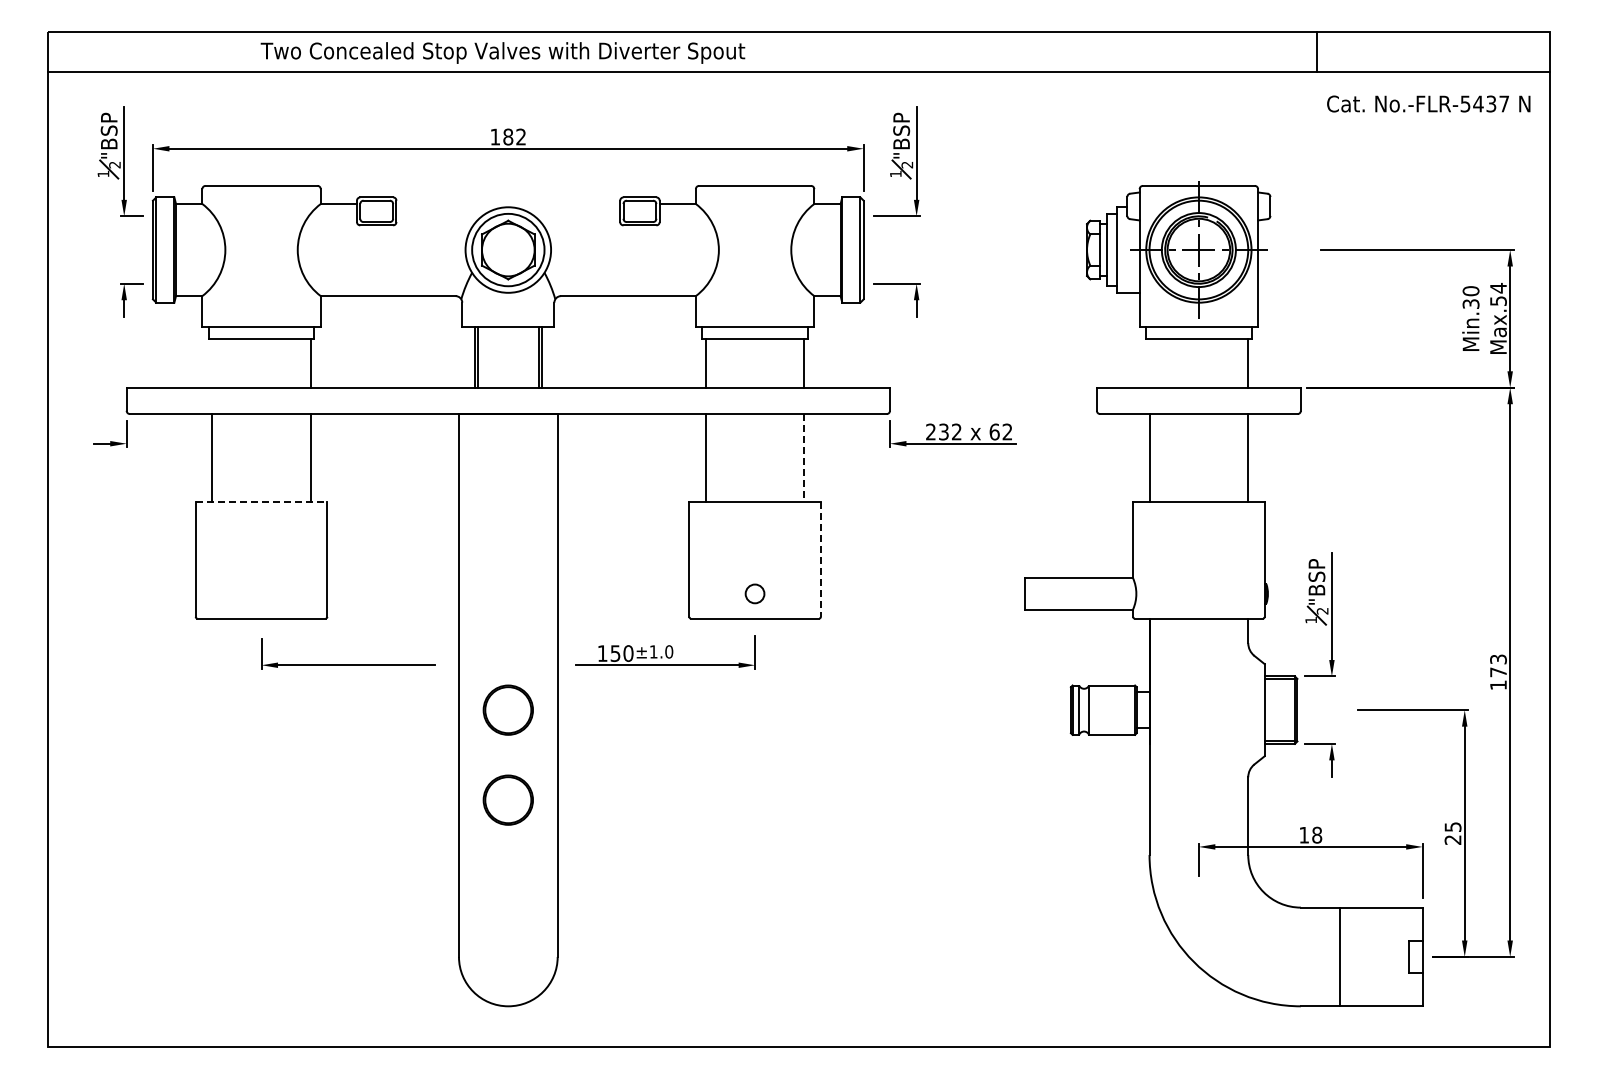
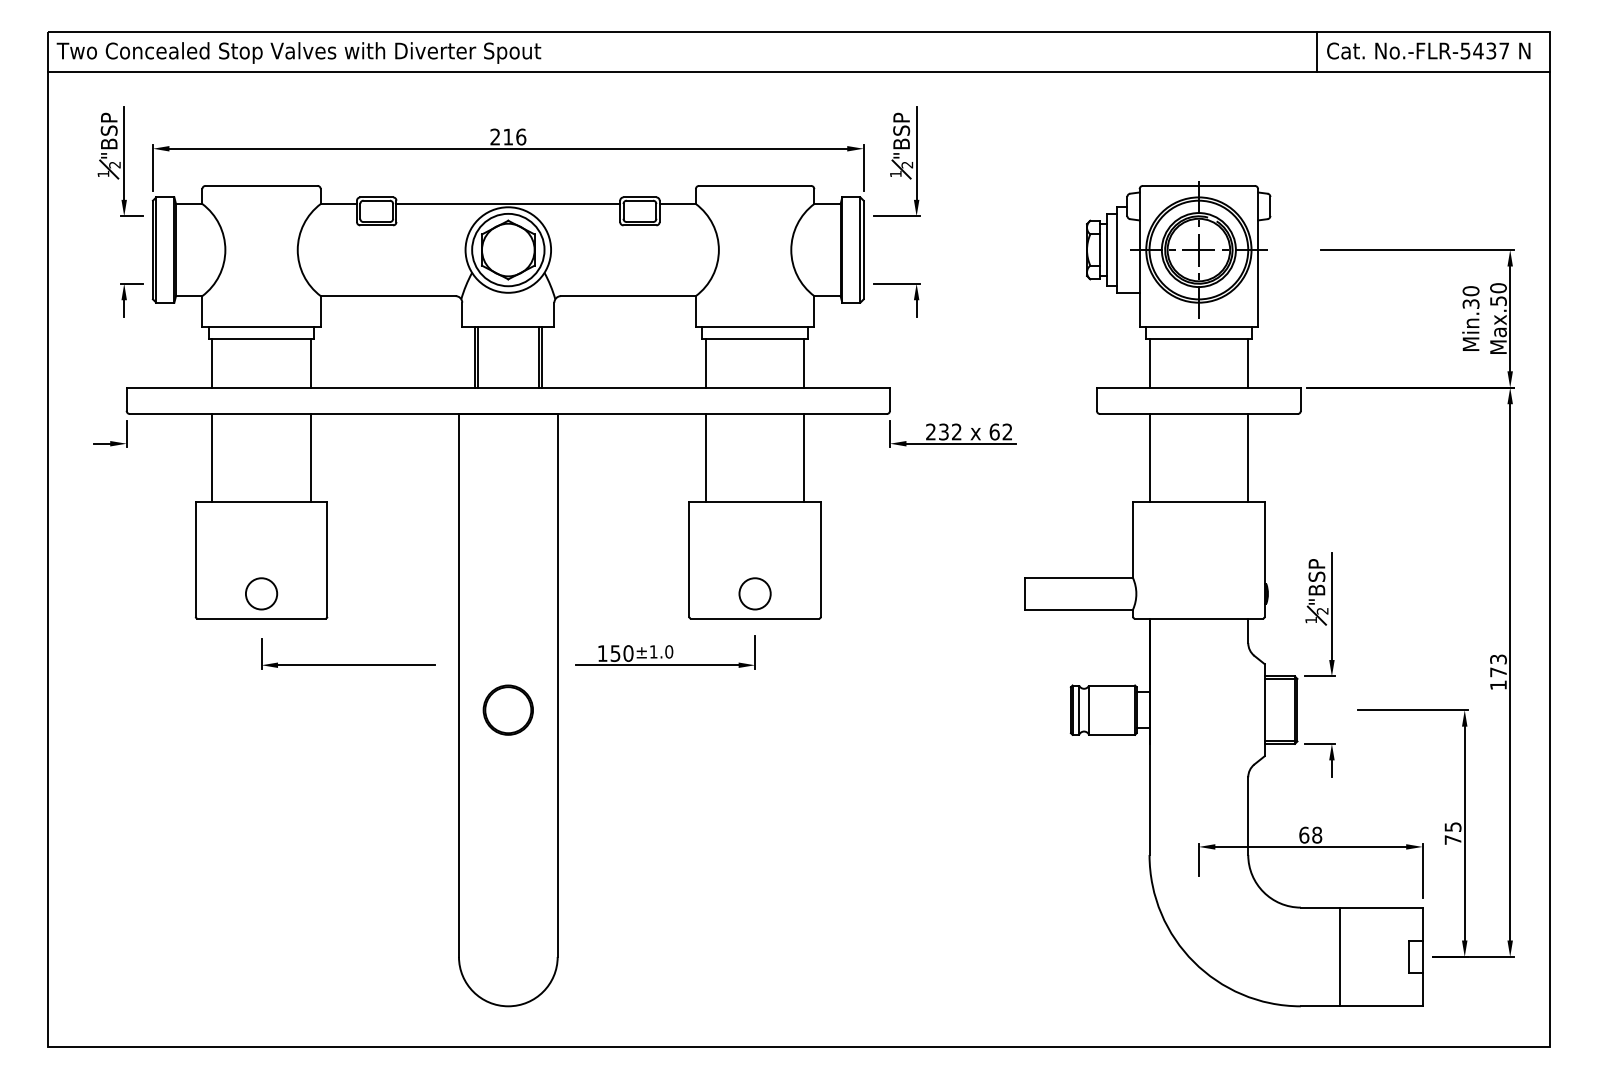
text at (502, 52) position: (502, 52) -> (298, 52)
text at (1428, 103) position: (1428, 103) -> (1428, 50)
text at (508, 136): 182 -> 216
line at (508, 204): none -> present
text at (1498, 287): Max.54 -> Max.50
line at (212, 362): none -> present
line at (1149, 362): none -> present
line at (804, 457): dashed -> solid
line at (261, 501): dashed -> solid
line at (820, 559): dashed -> solid
circle at (261, 593): none -> present
circle at (754, 593) size: 22x22 px -> 34x34 px
part at (507, 799): present -> none
text at (1304, 834): 18 -> 68
text at (1452, 839): 25 -> 75
